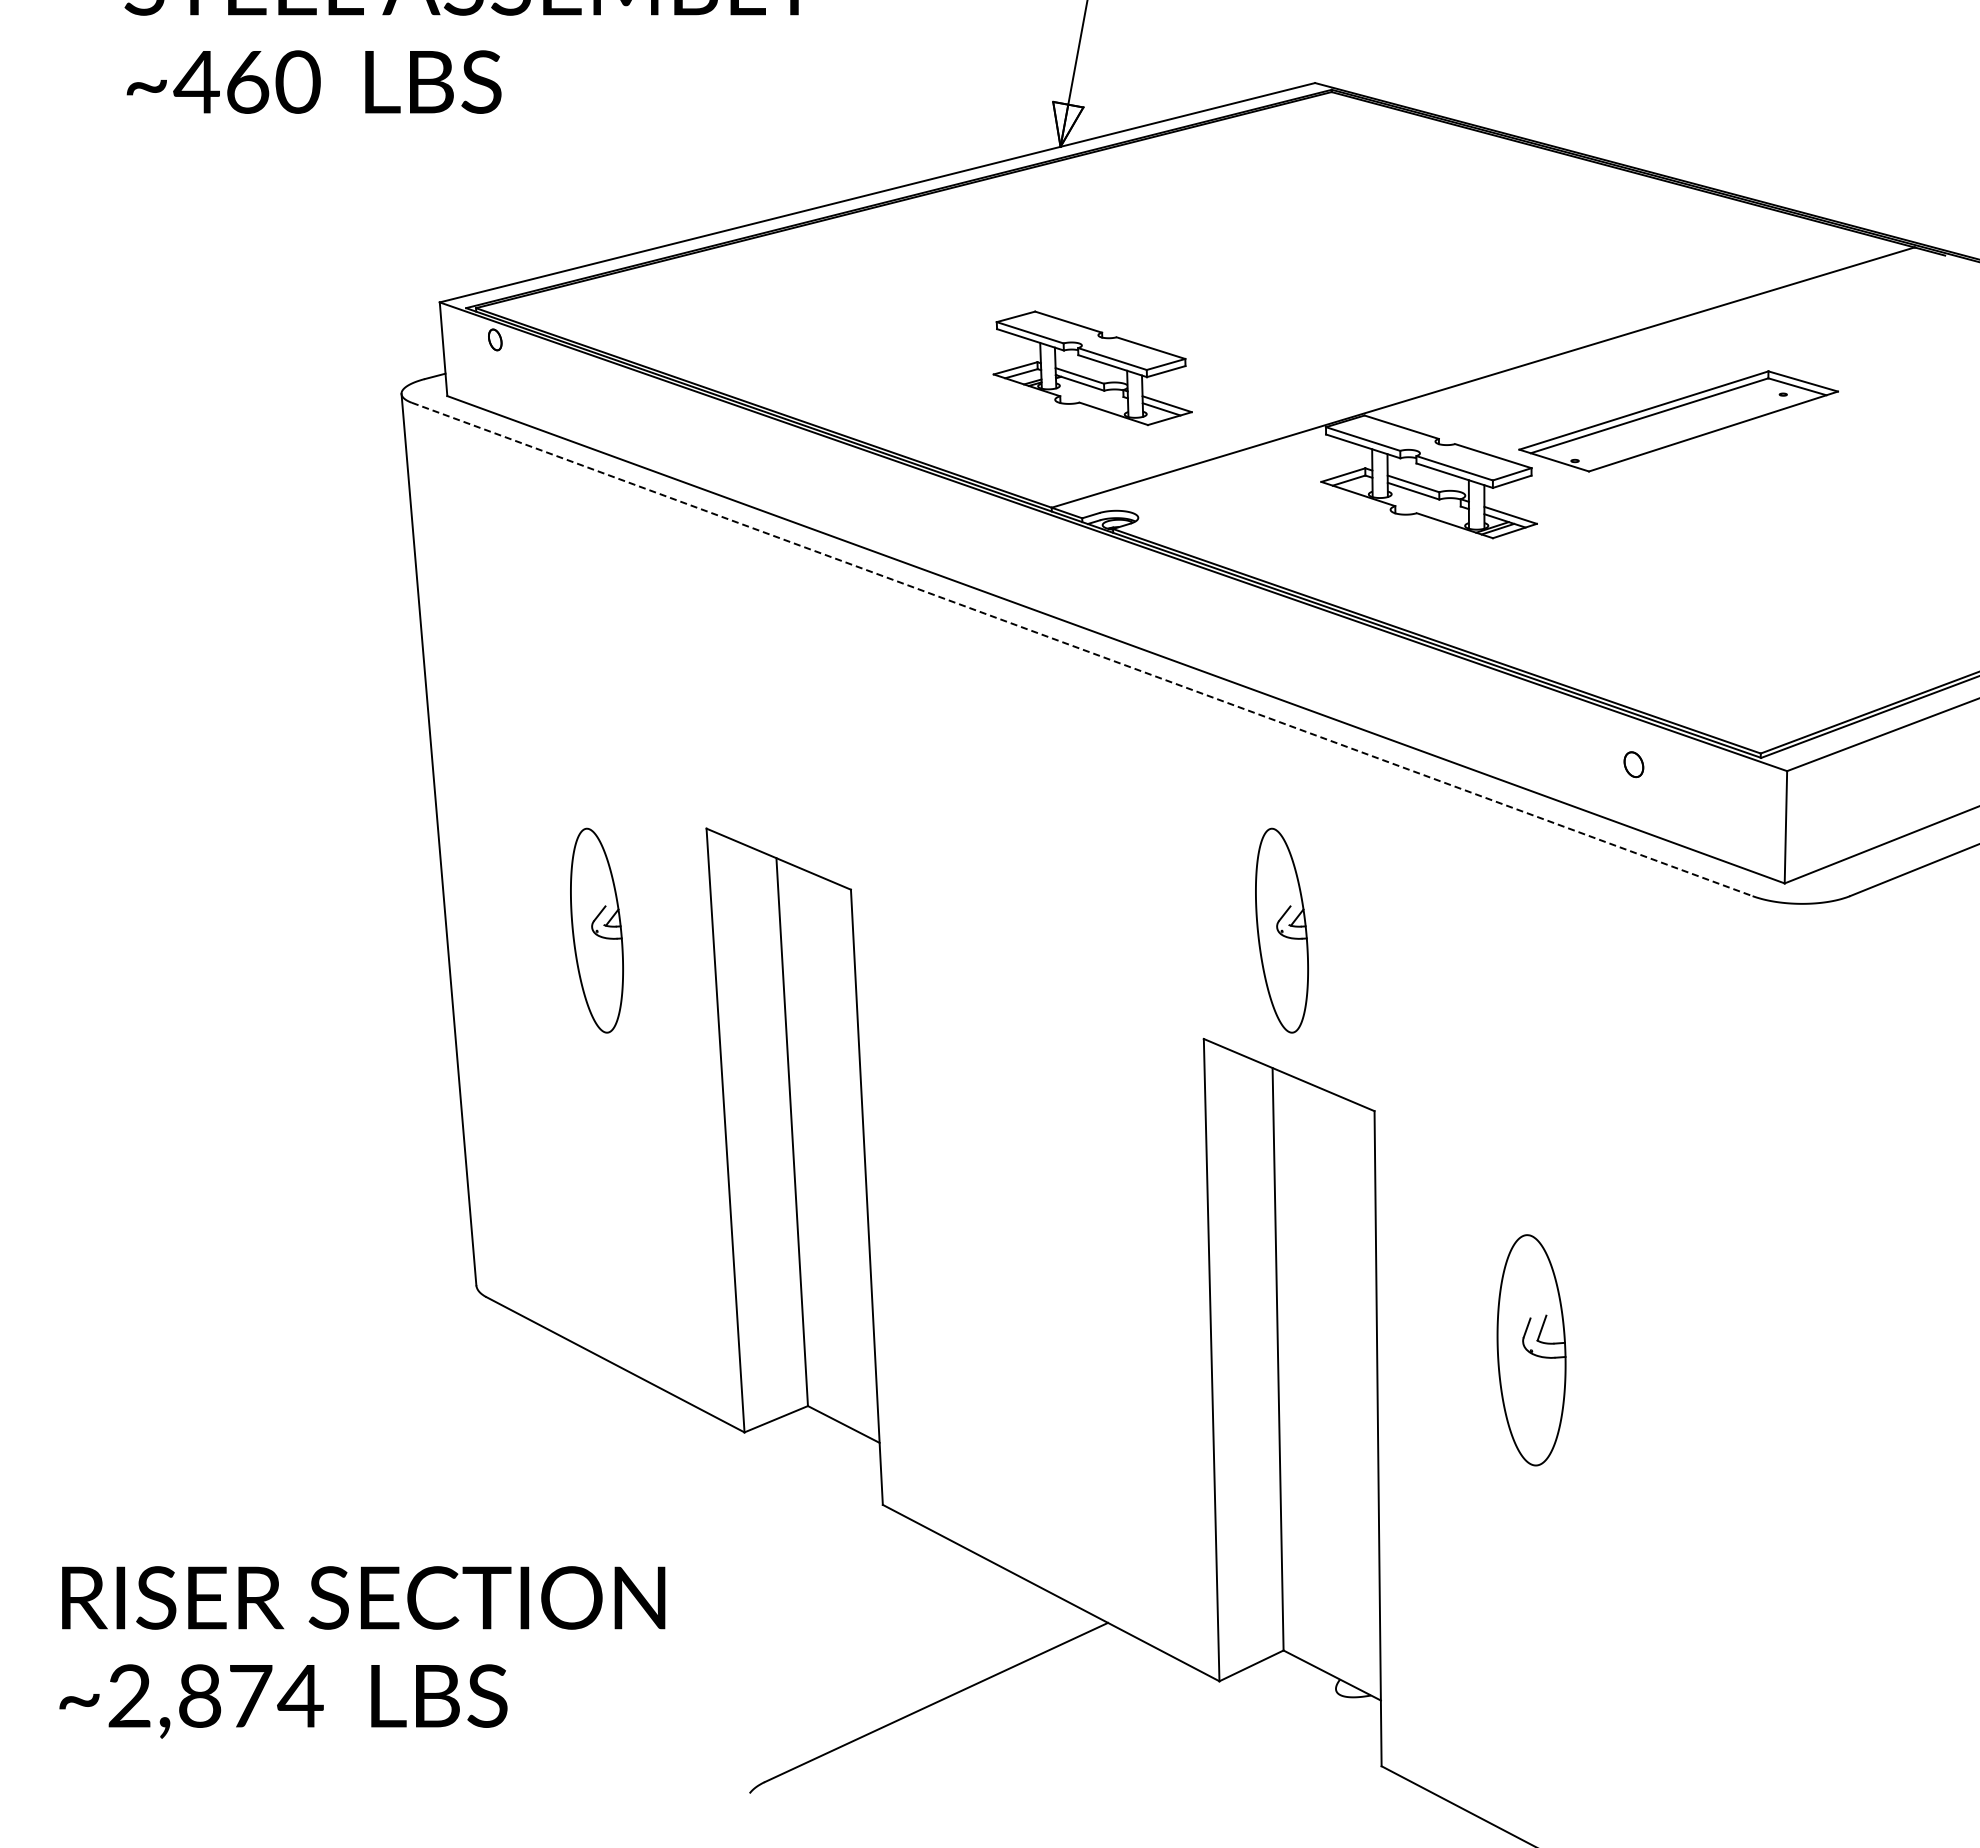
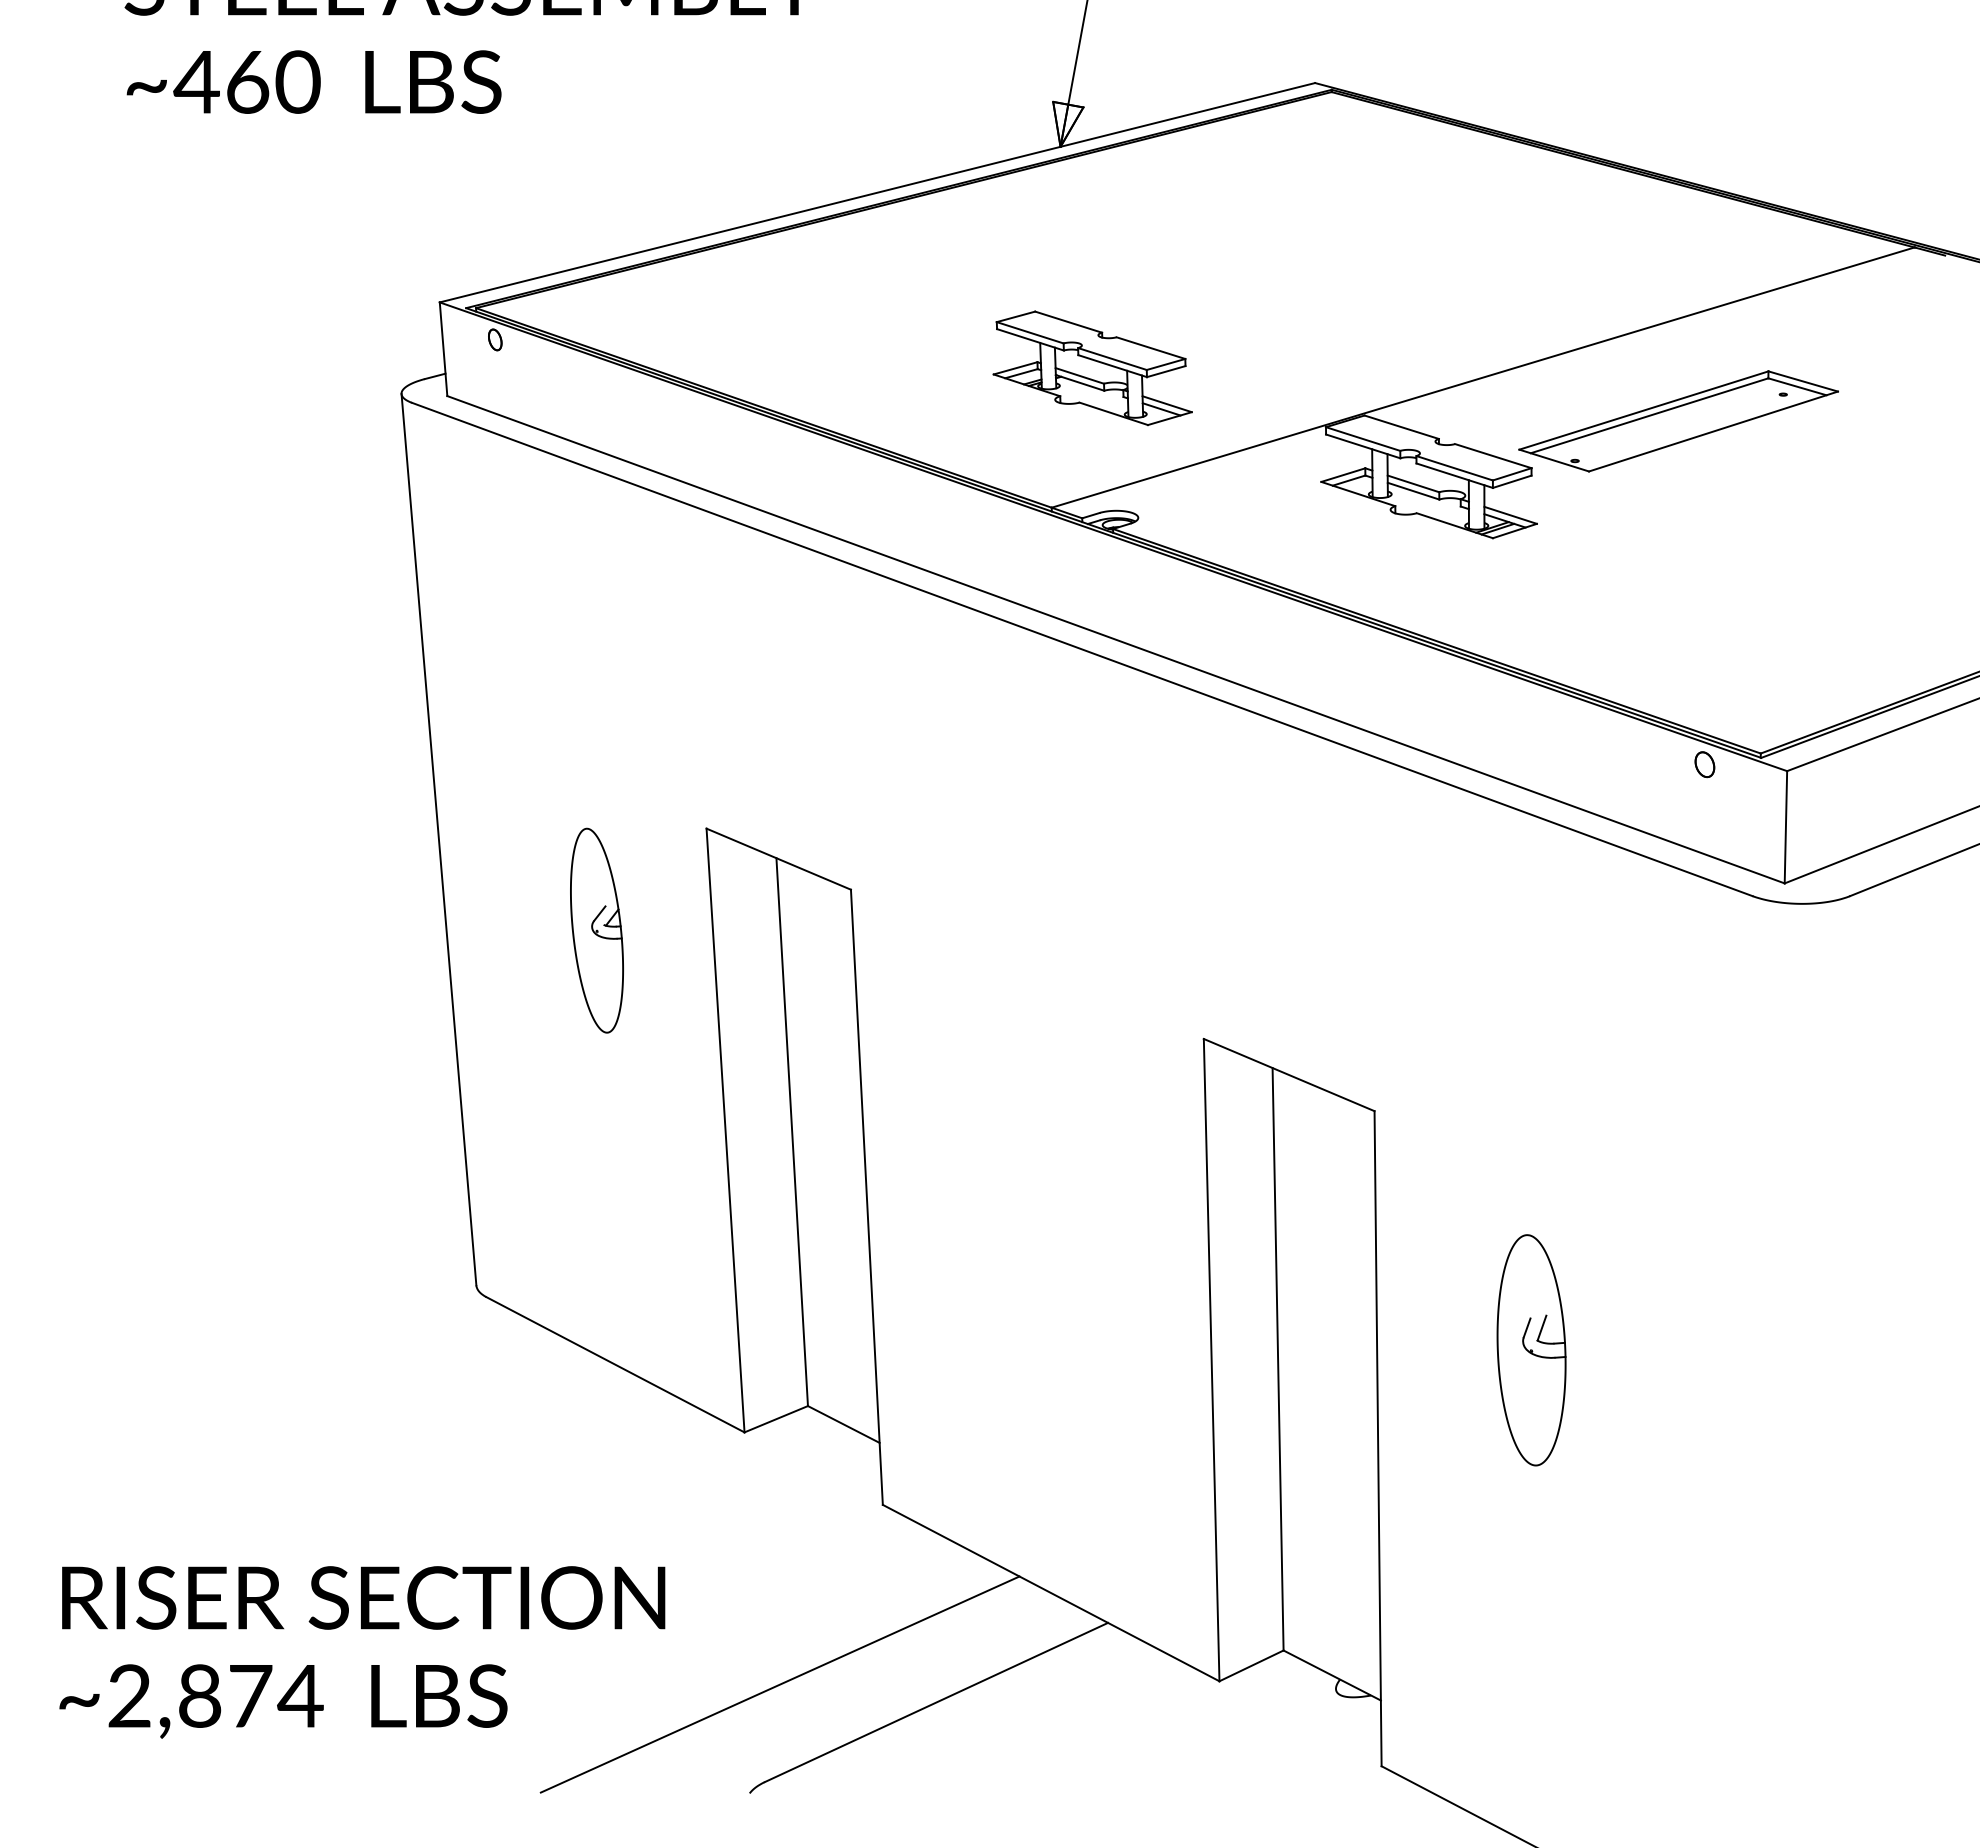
line at (1082, 649): dashed -> solid
part at (1633, 764) position: (1633, 764) -> (1704, 764)
part at (1281, 930): present -> none
line at (779, 1684): none -> present
